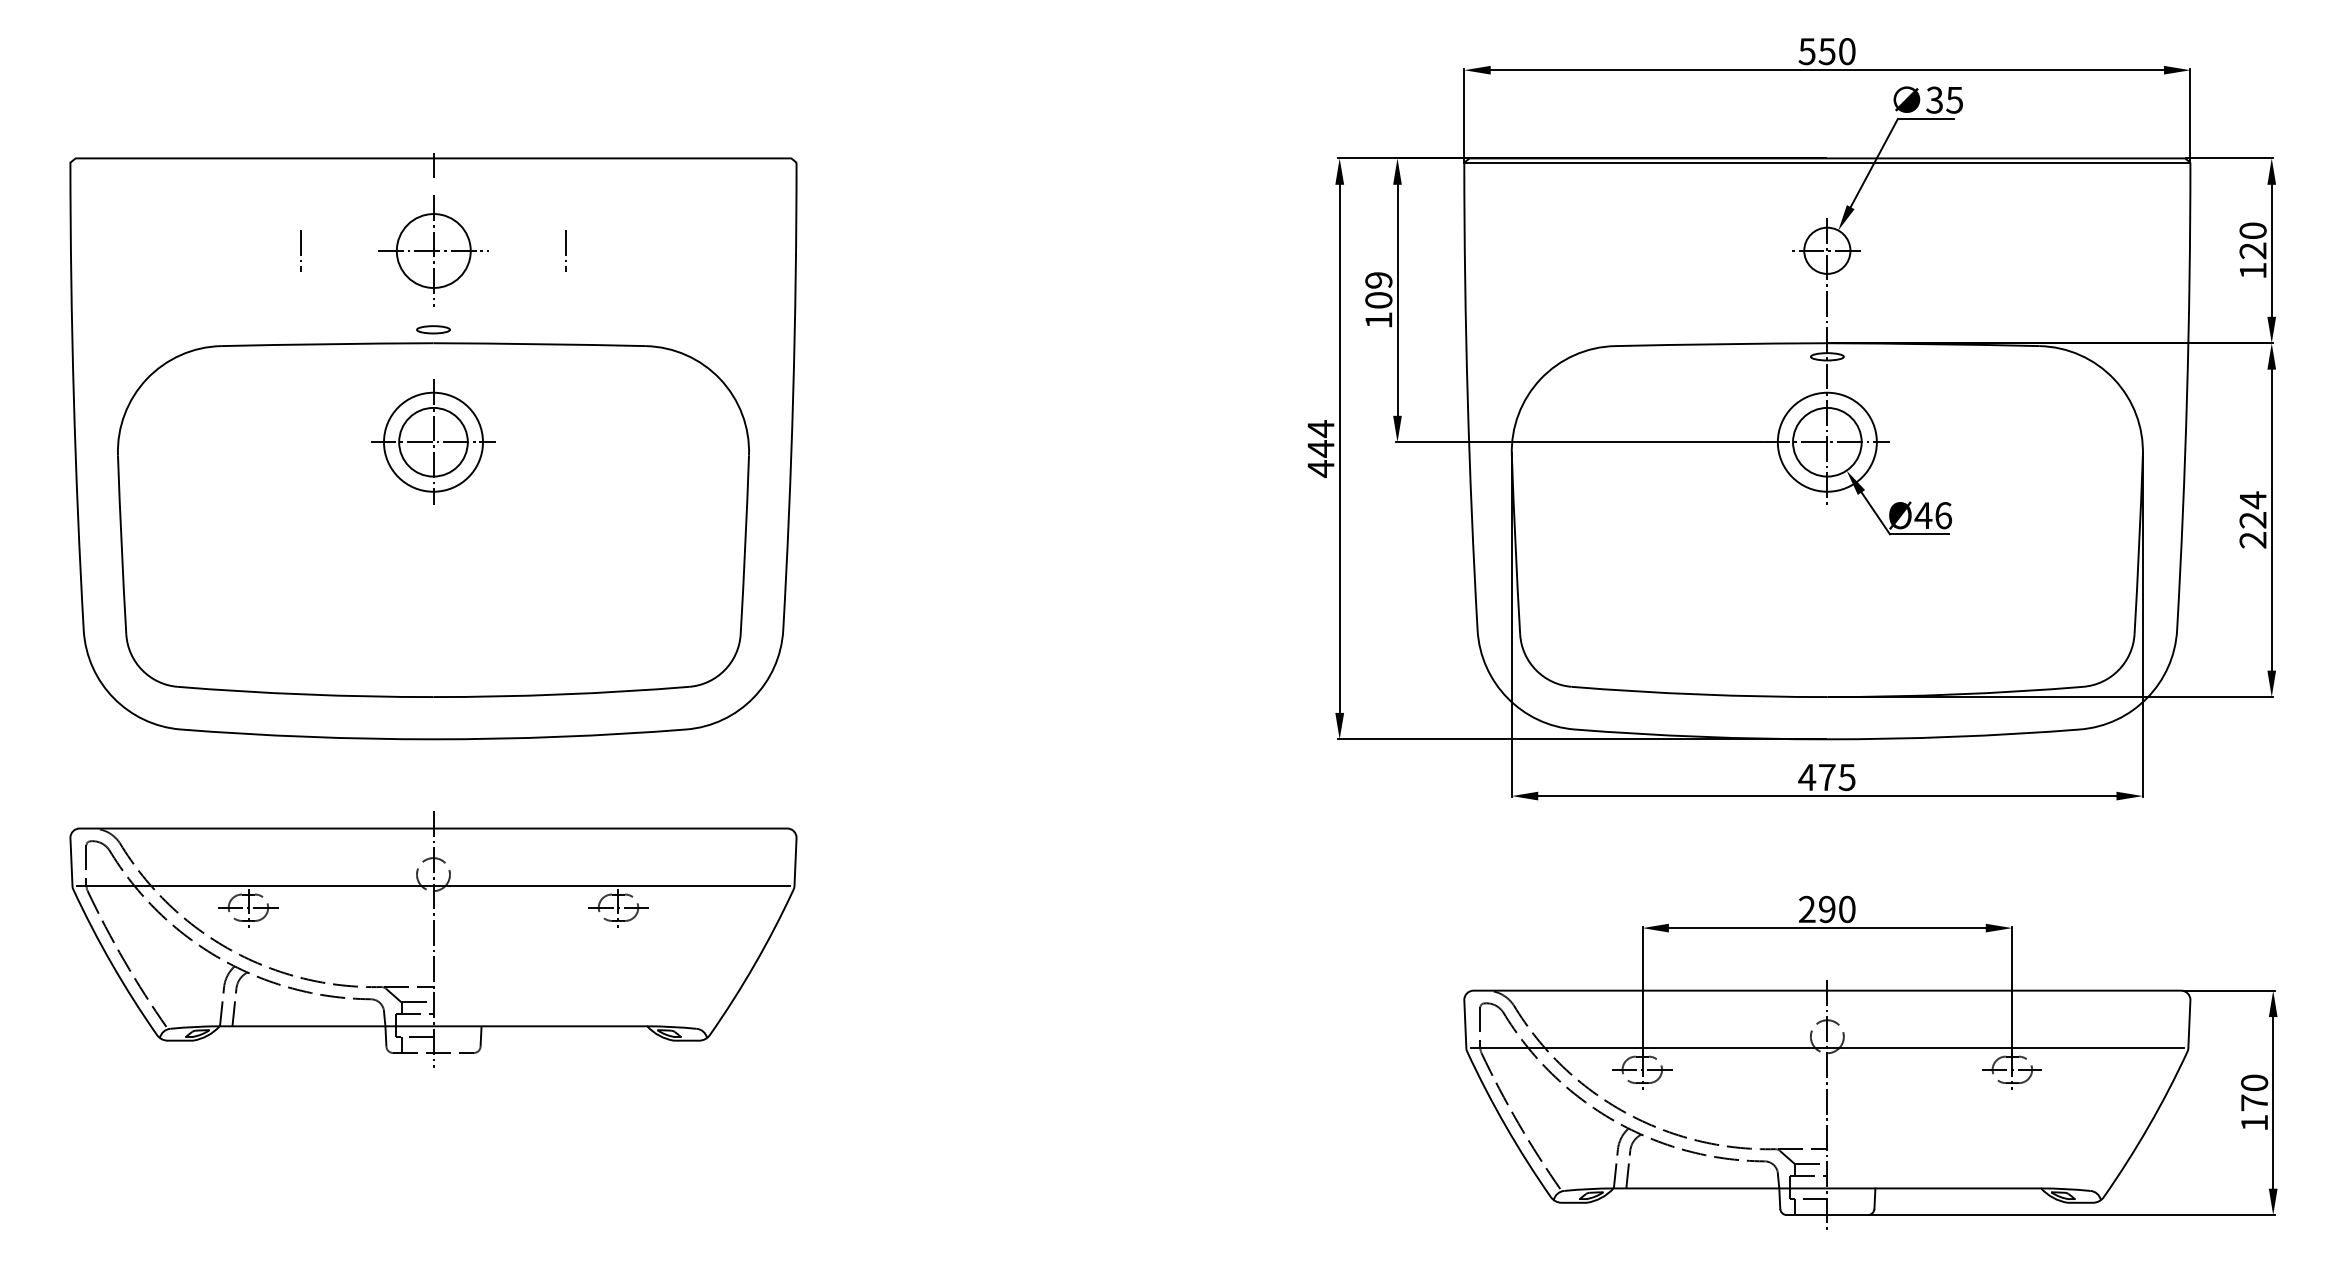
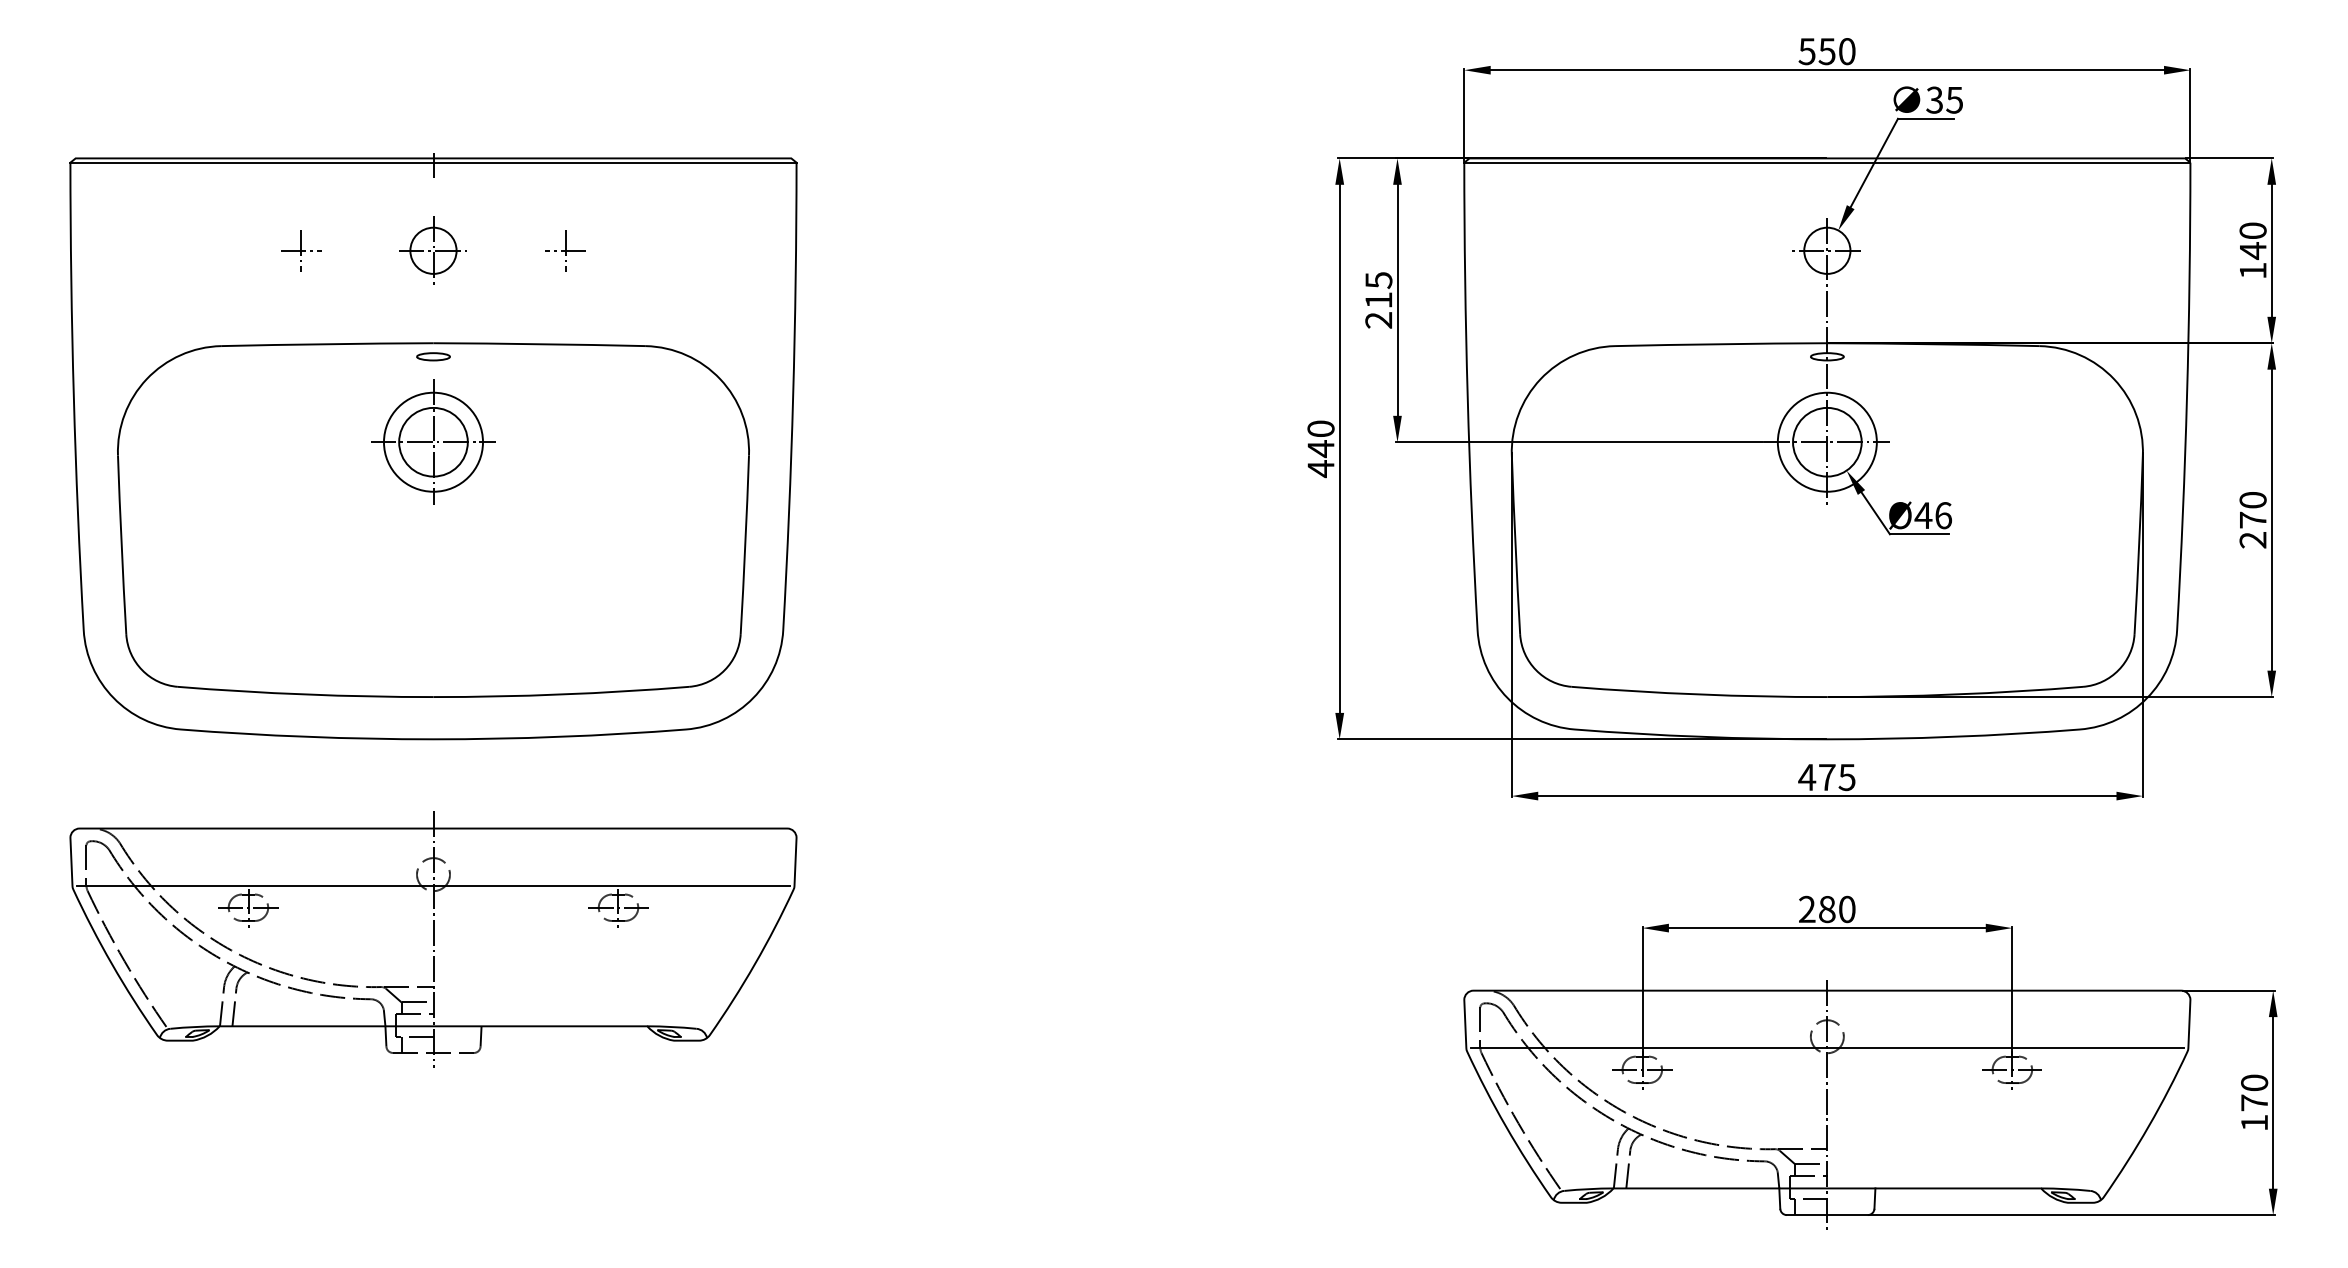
line at (433, 162): none -> present
line at (301, 250): none -> present
part at (433, 250) size: 111x112 px -> 68x69 px
line at (565, 250): none -> present
text at (2252, 251): 120 -> 140
text at (1378, 300): 109 -> 215
part at (433, 329) position: (433, 329) -> (433, 356)
text at (1320, 429): 444 -> 440
text at (2252, 509): 224 -> 270
text at (1827, 909): 290 -> 280
